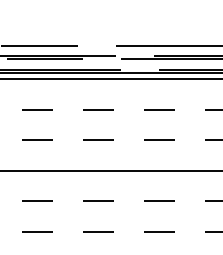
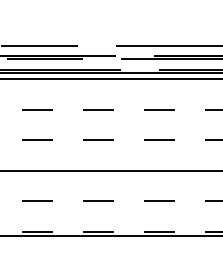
line at (110, 236): none -> present
